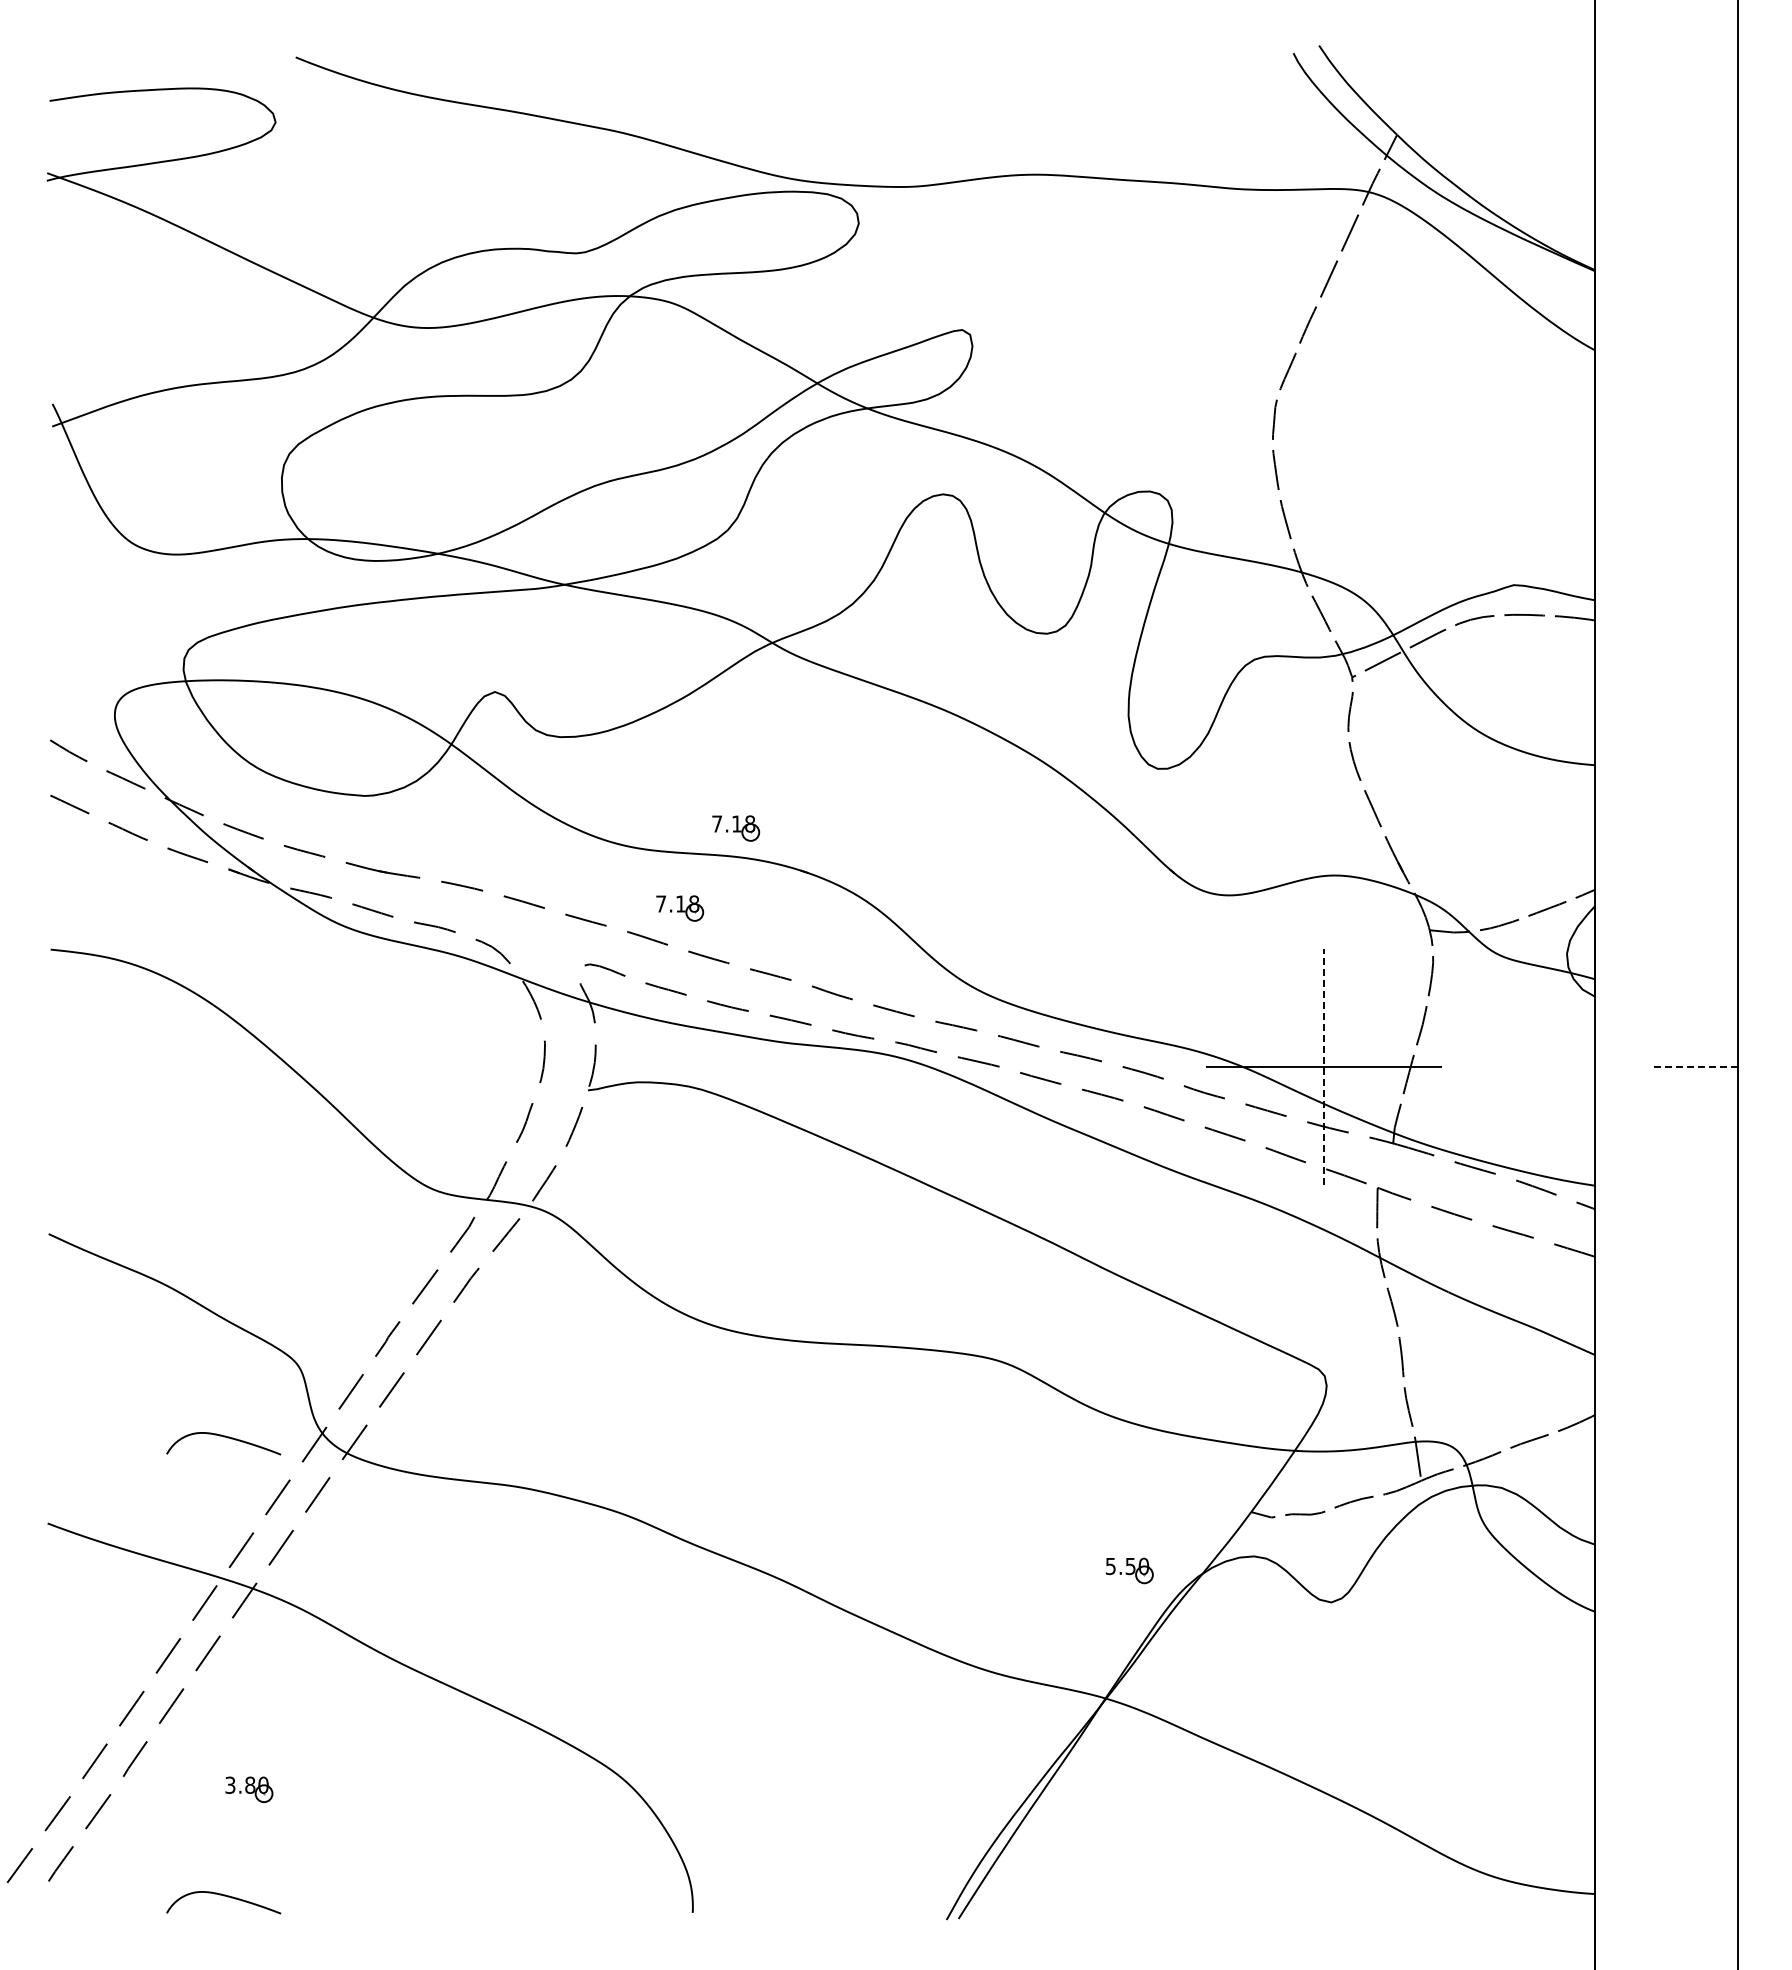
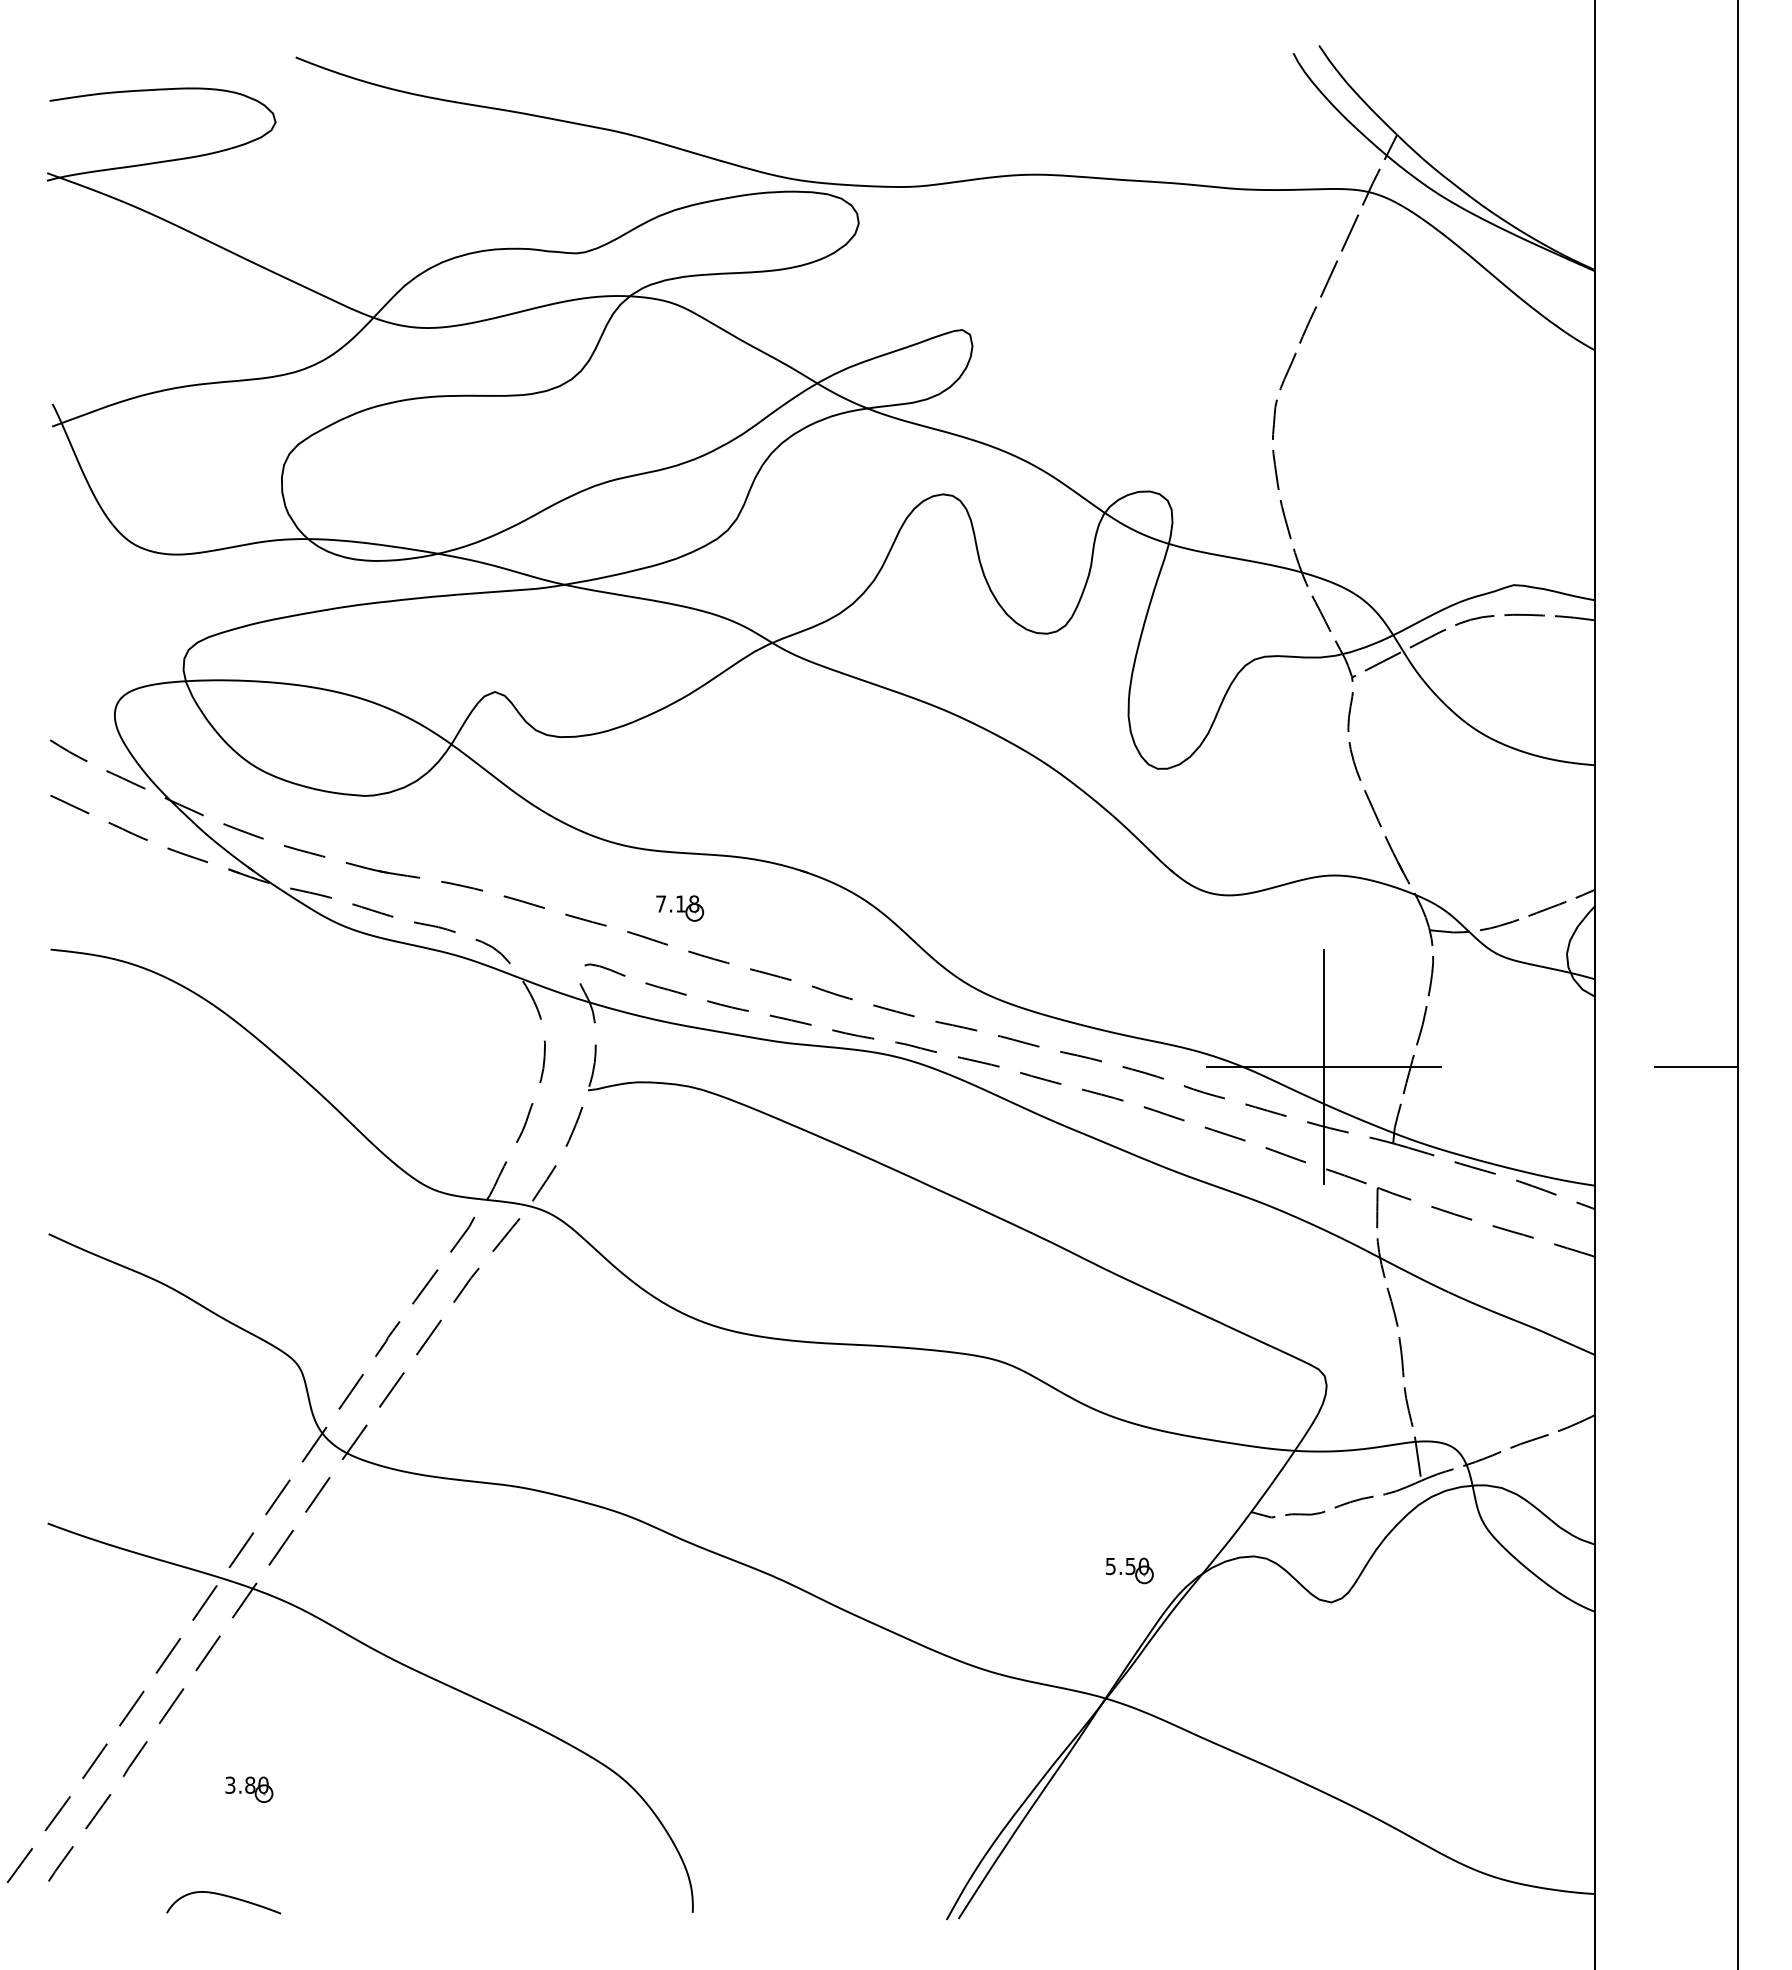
part at (736, 828): present -> none
line at (1324, 1067): dashed -> solid
line at (1696, 1067): dashed -> solid
curve at (223, 1437): present -> none
